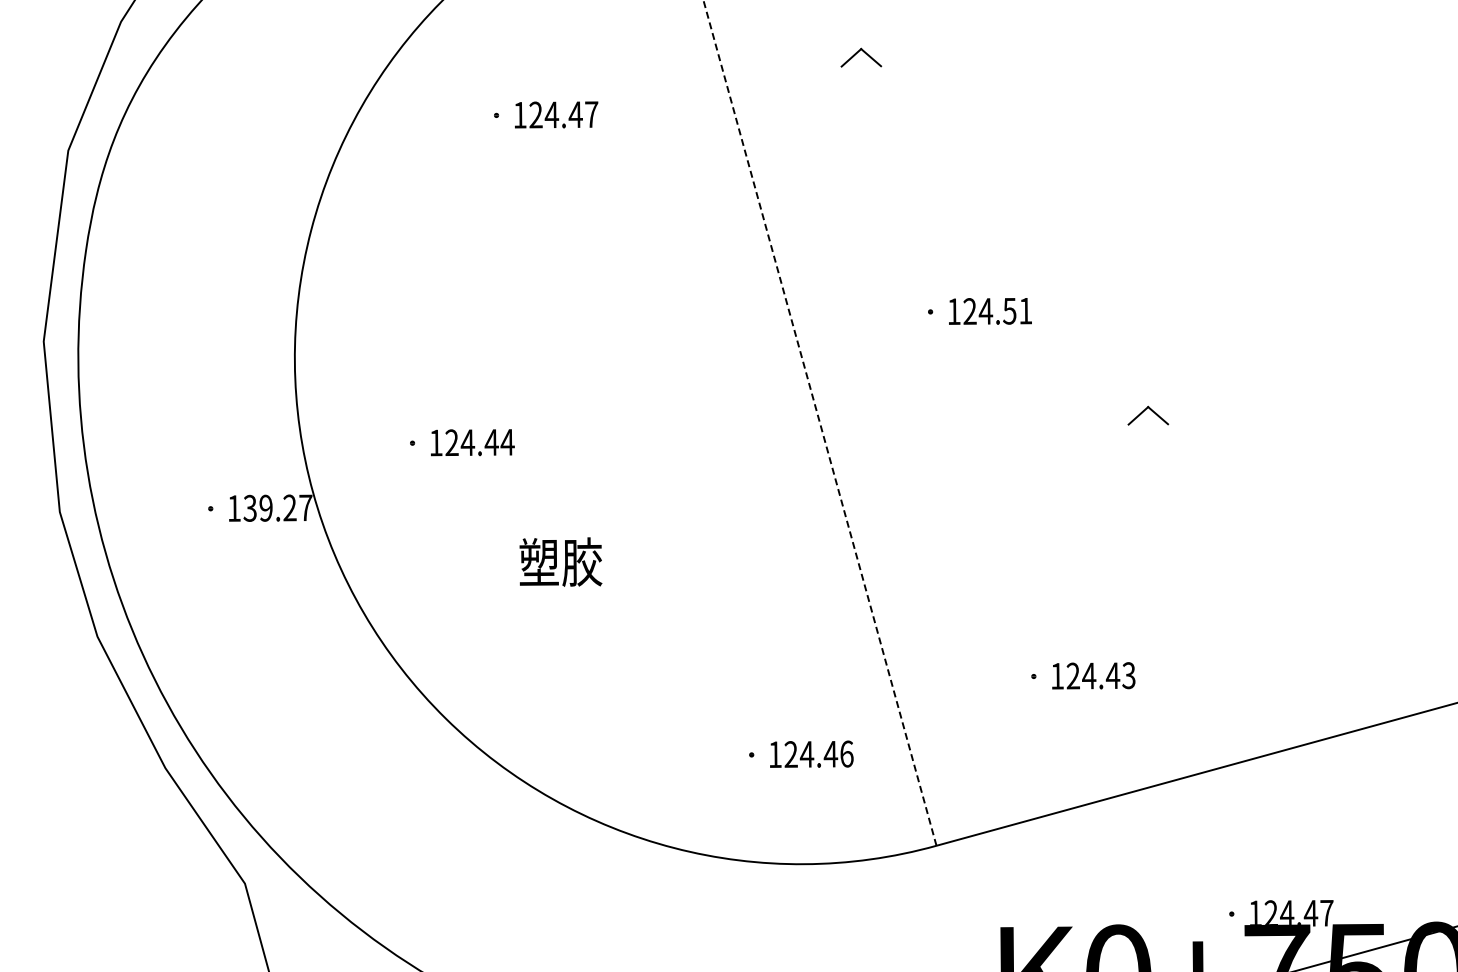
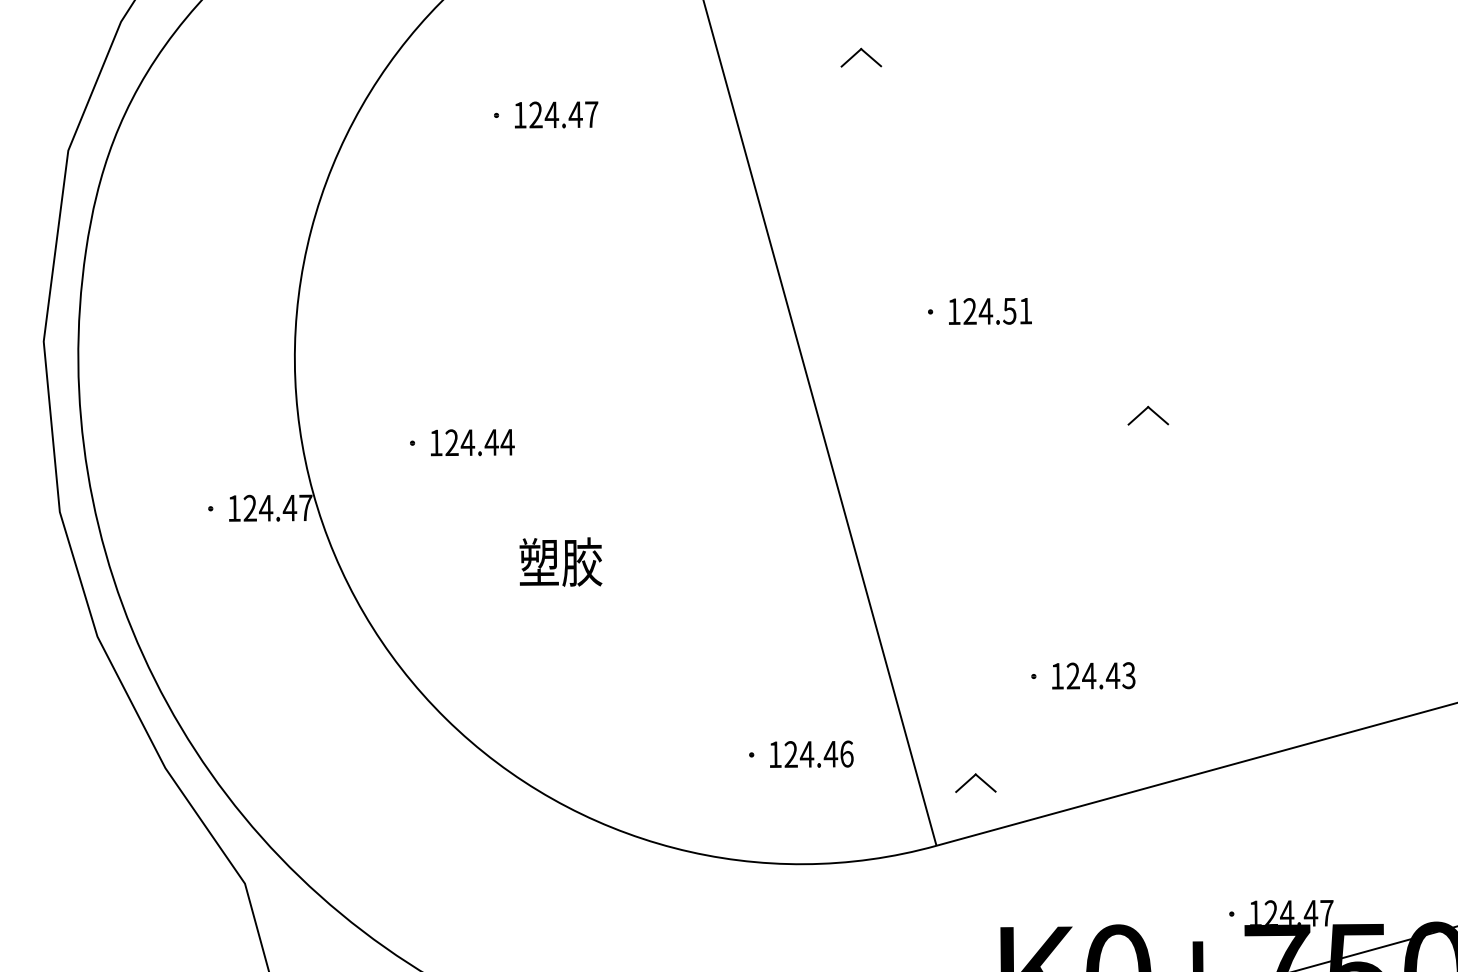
line at (819, 422): dashed -> solid
text at (270, 507): 139.27 -> 124.47
part at (975, 782): none -> present
